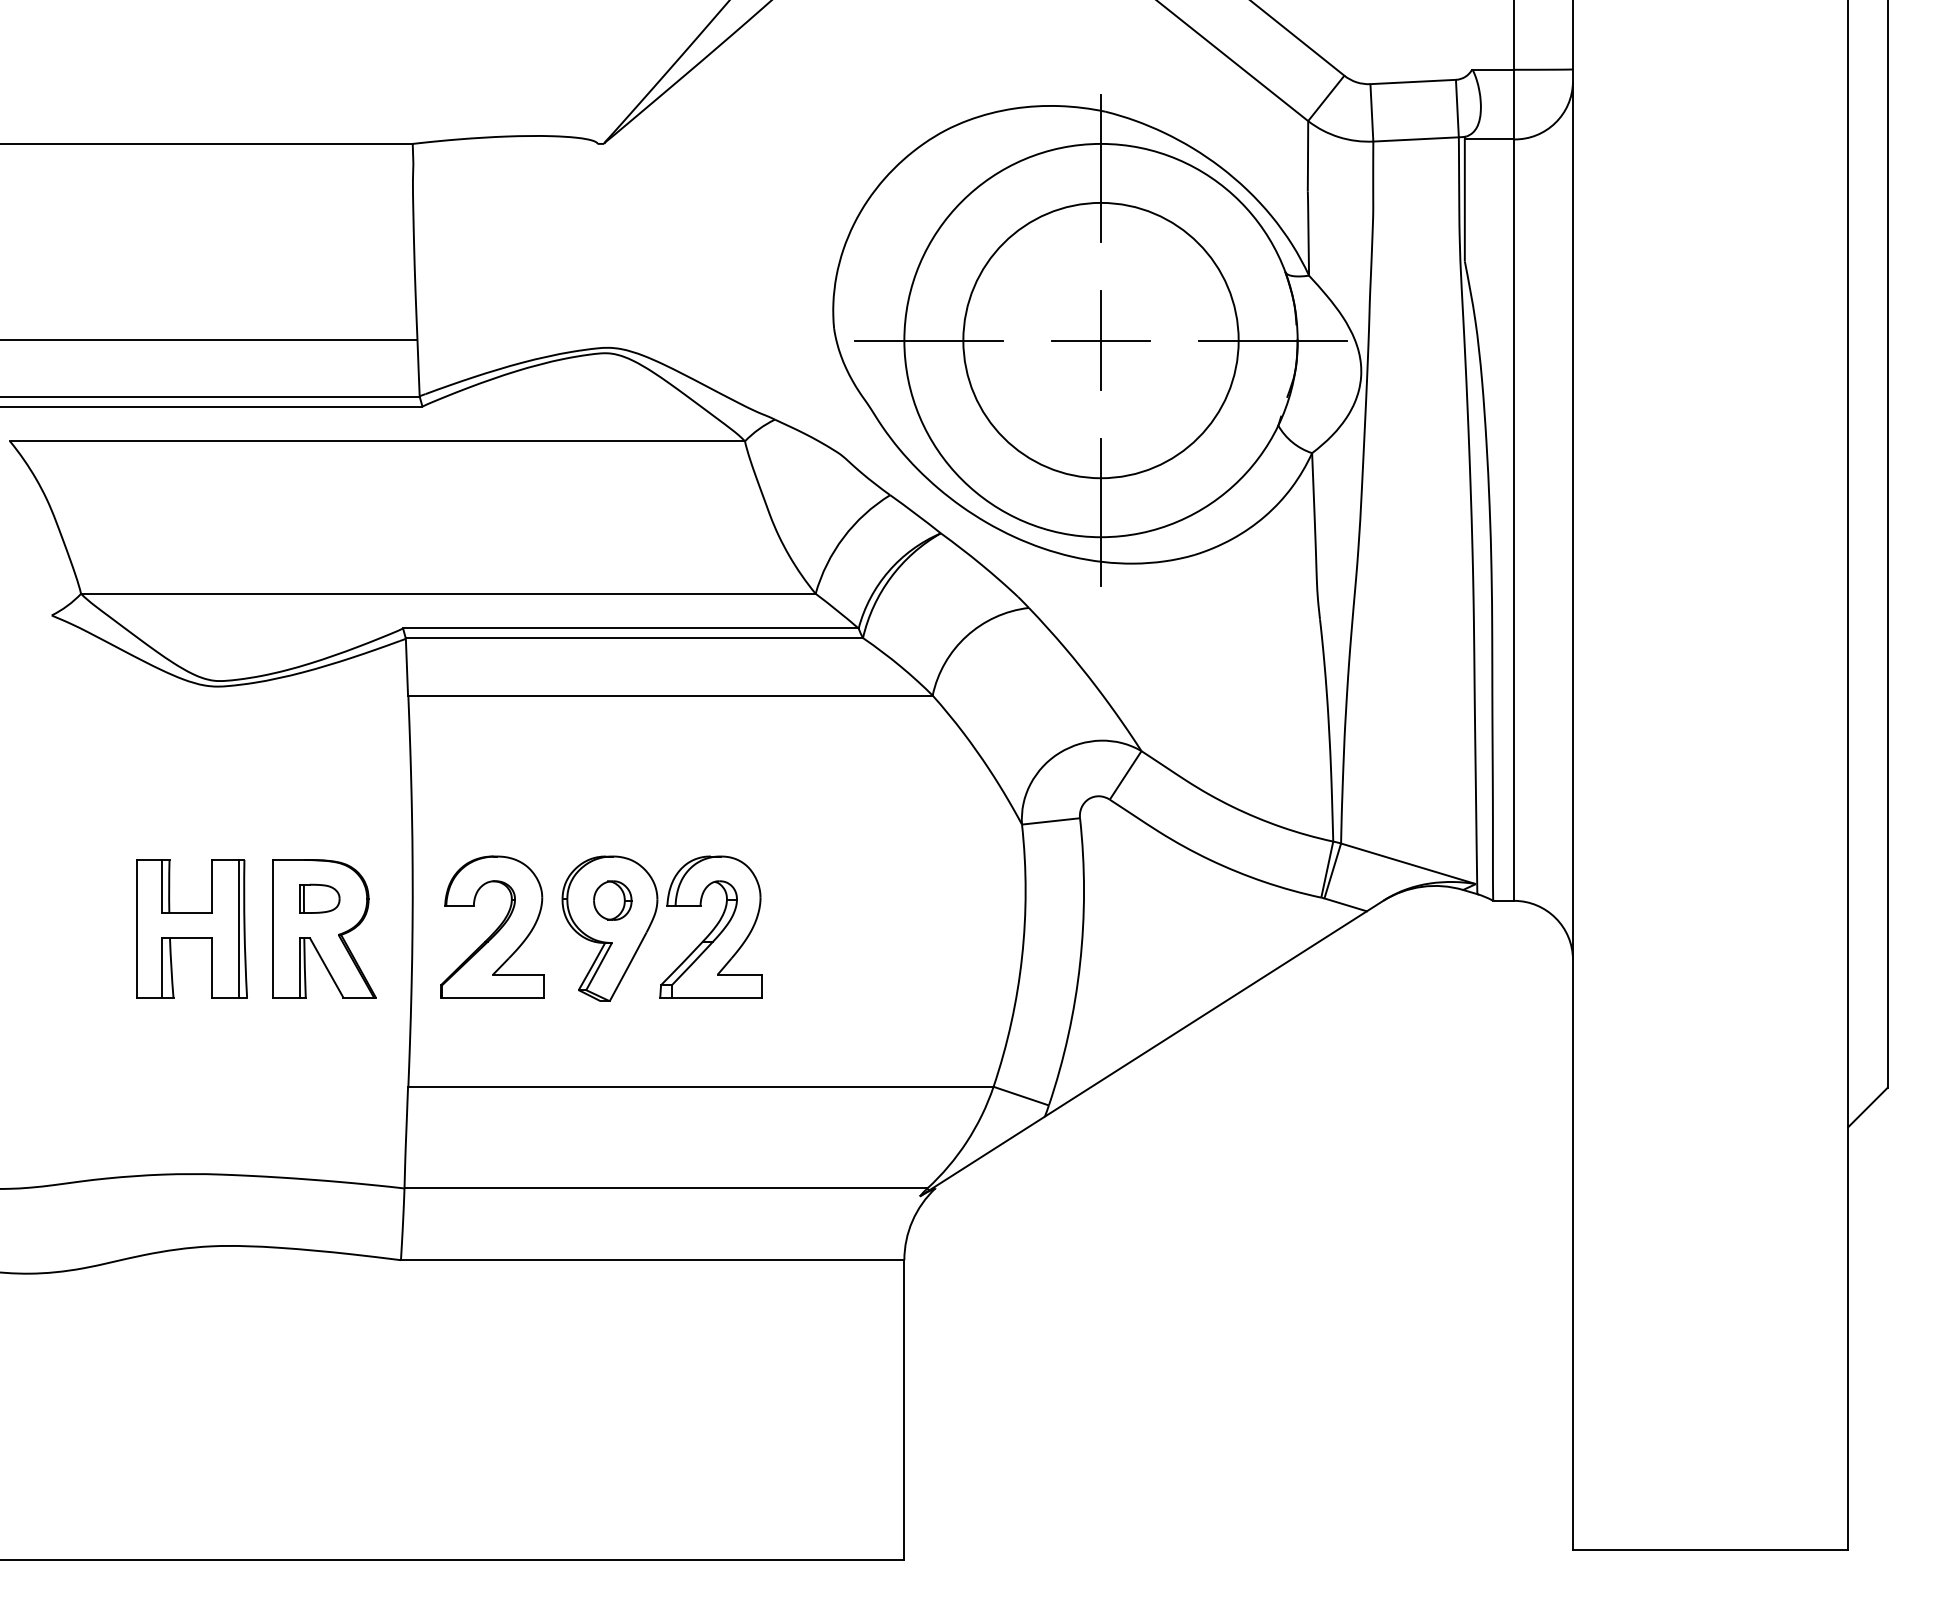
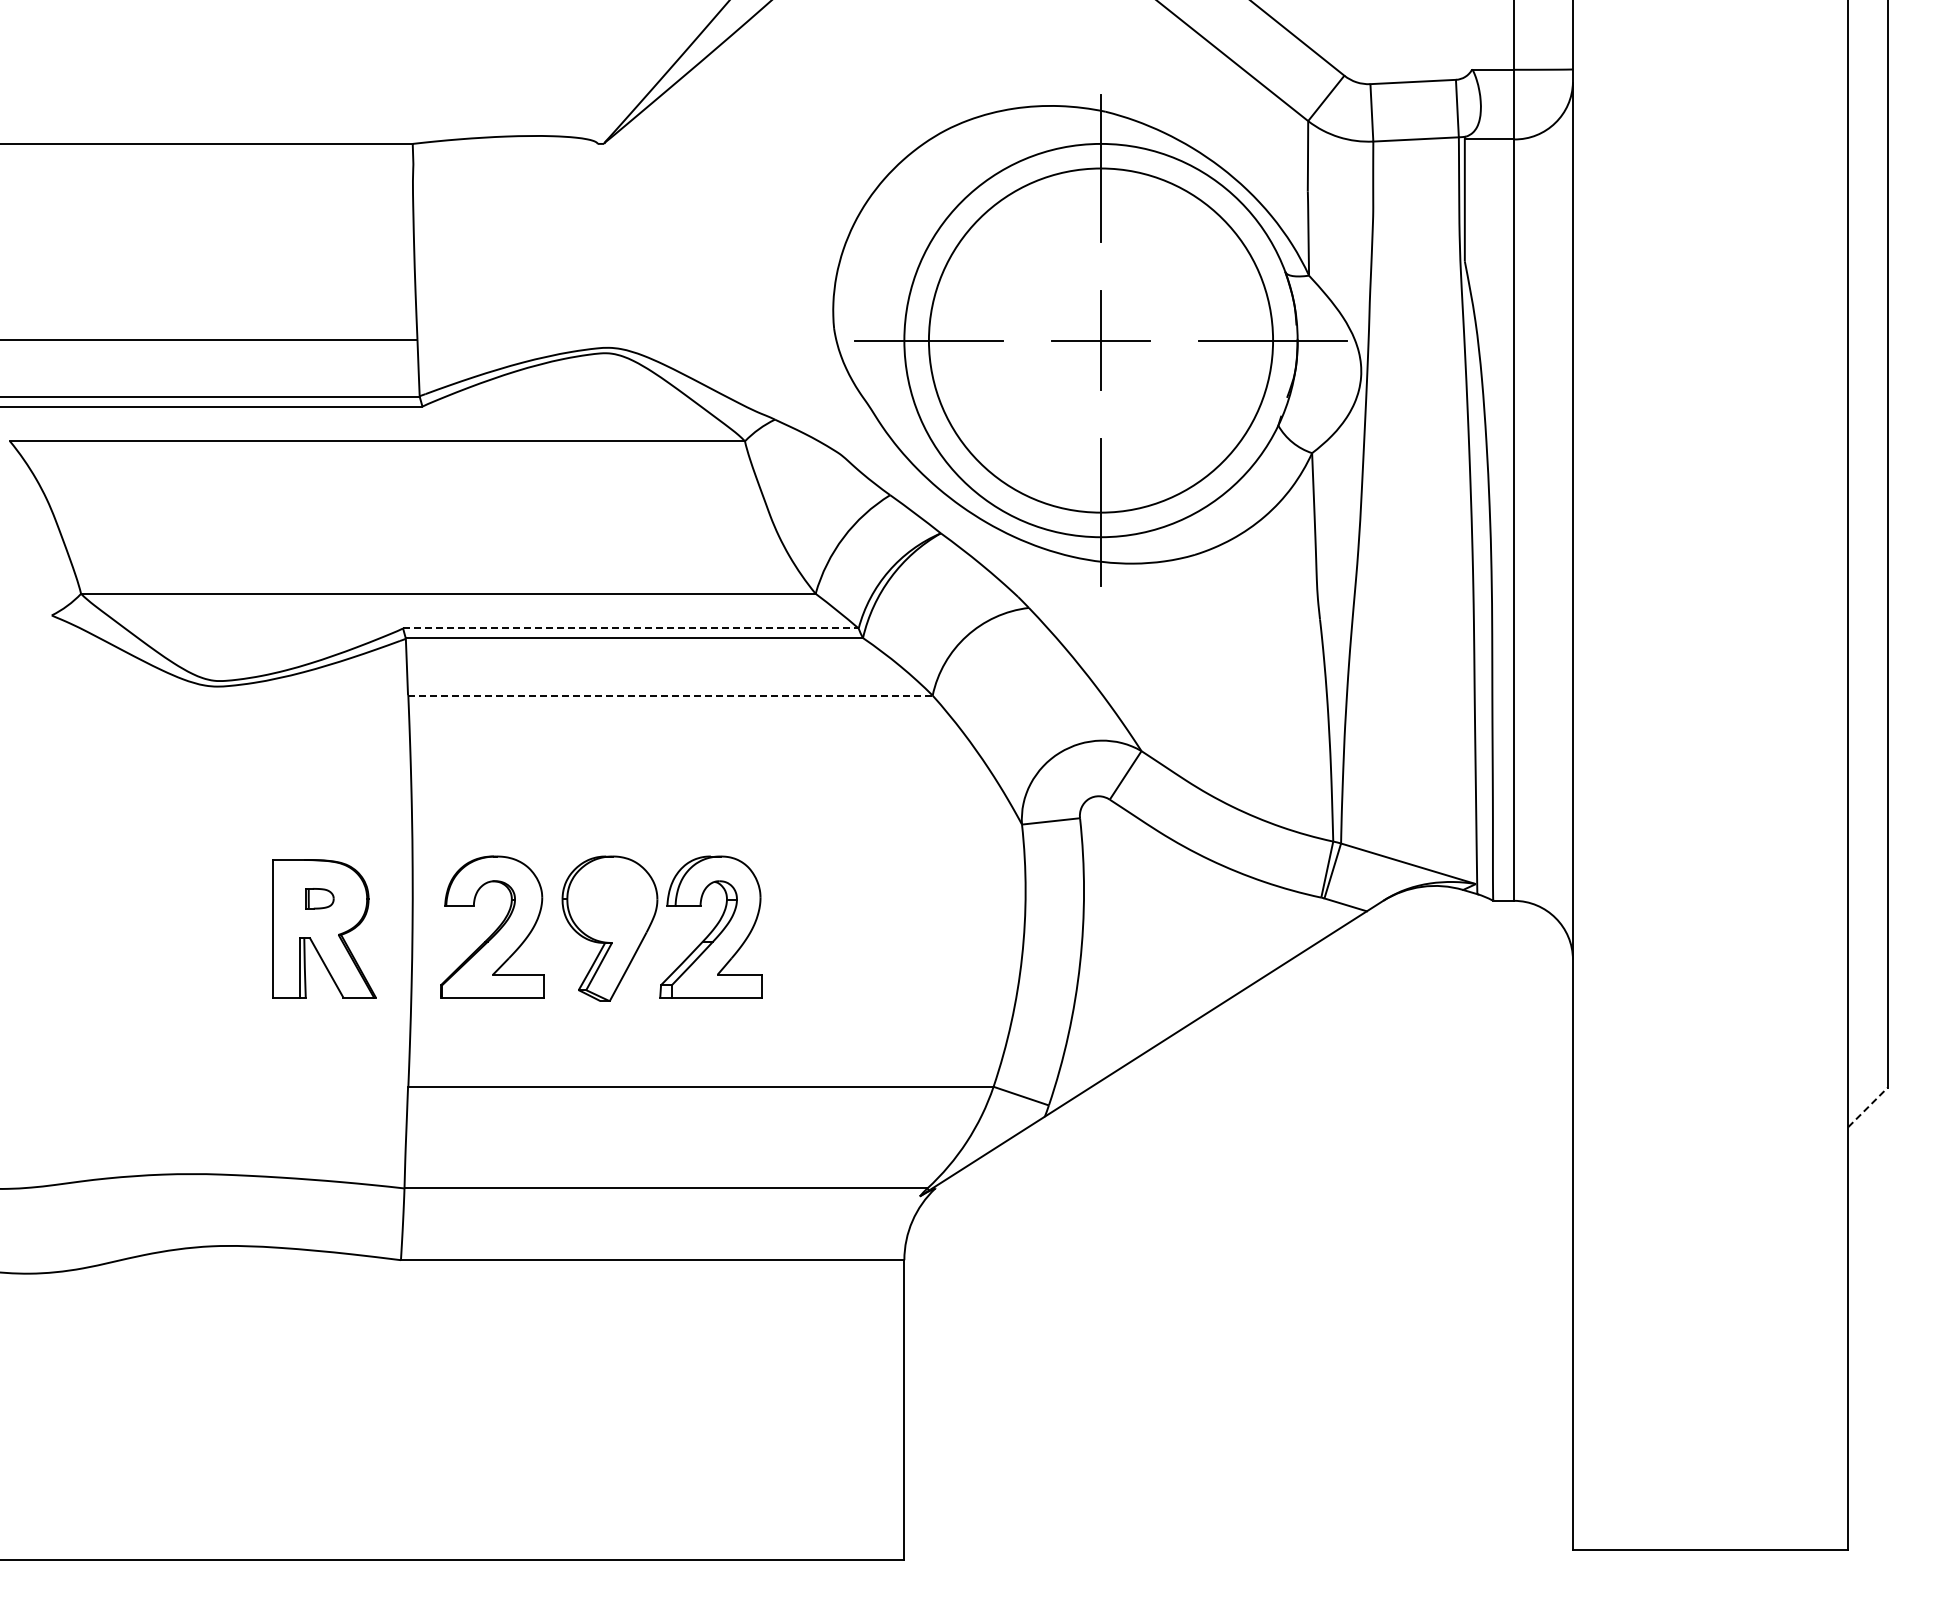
circle at (1100, 340) diameter: 275 px -> 344 px
line at (630, 628): solid -> dashed
line at (670, 695): solid -> dashed
part at (319, 898) size: 42x31 px -> 30x22 px
part at (612, 900): present -> none
part at (191, 928): present -> none
line at (1867, 1107): solid -> dashed
